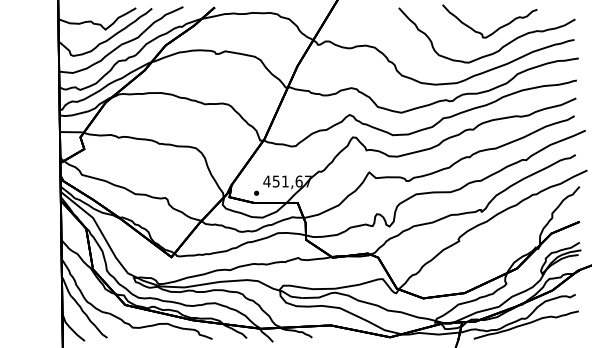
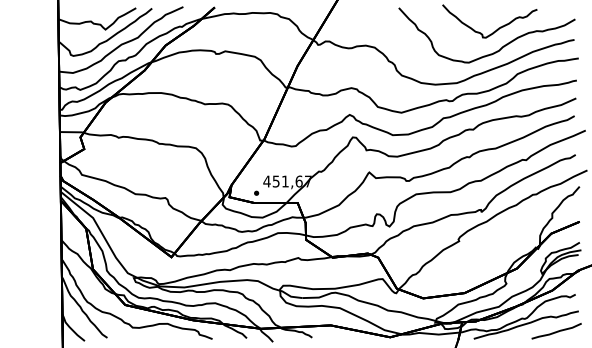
line at (556, 331): none -> present
